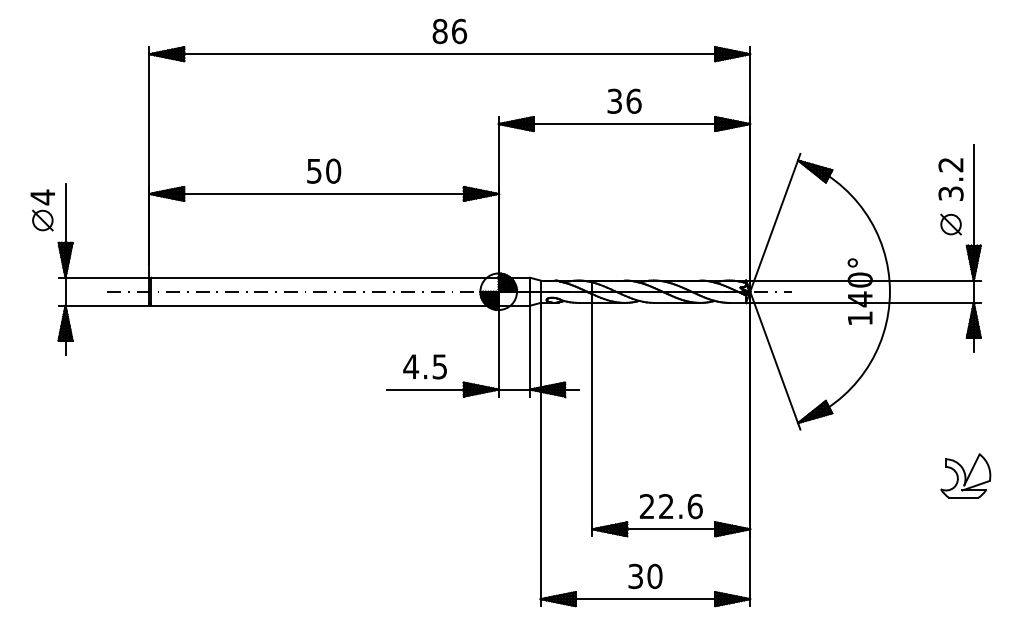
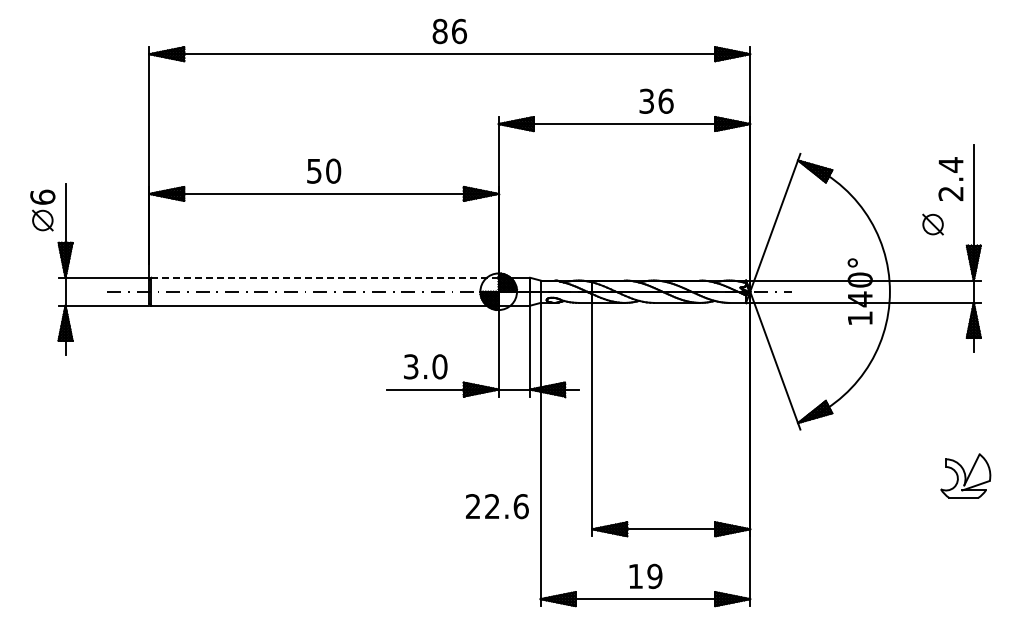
text at (624, 100) position: (624, 100) -> (656, 100)
text at (950, 179): 3.2 -> 2.4
text at (42, 197): 4 -> 6
part at (950, 224) position: (950, 224) -> (932, 224)
line at (325, 277): solid -> dashed
text at (425, 366): 4.5 -> 3.0
text at (671, 506) position: (671, 506) -> (497, 506)
text at (645, 576): 30 -> 19
